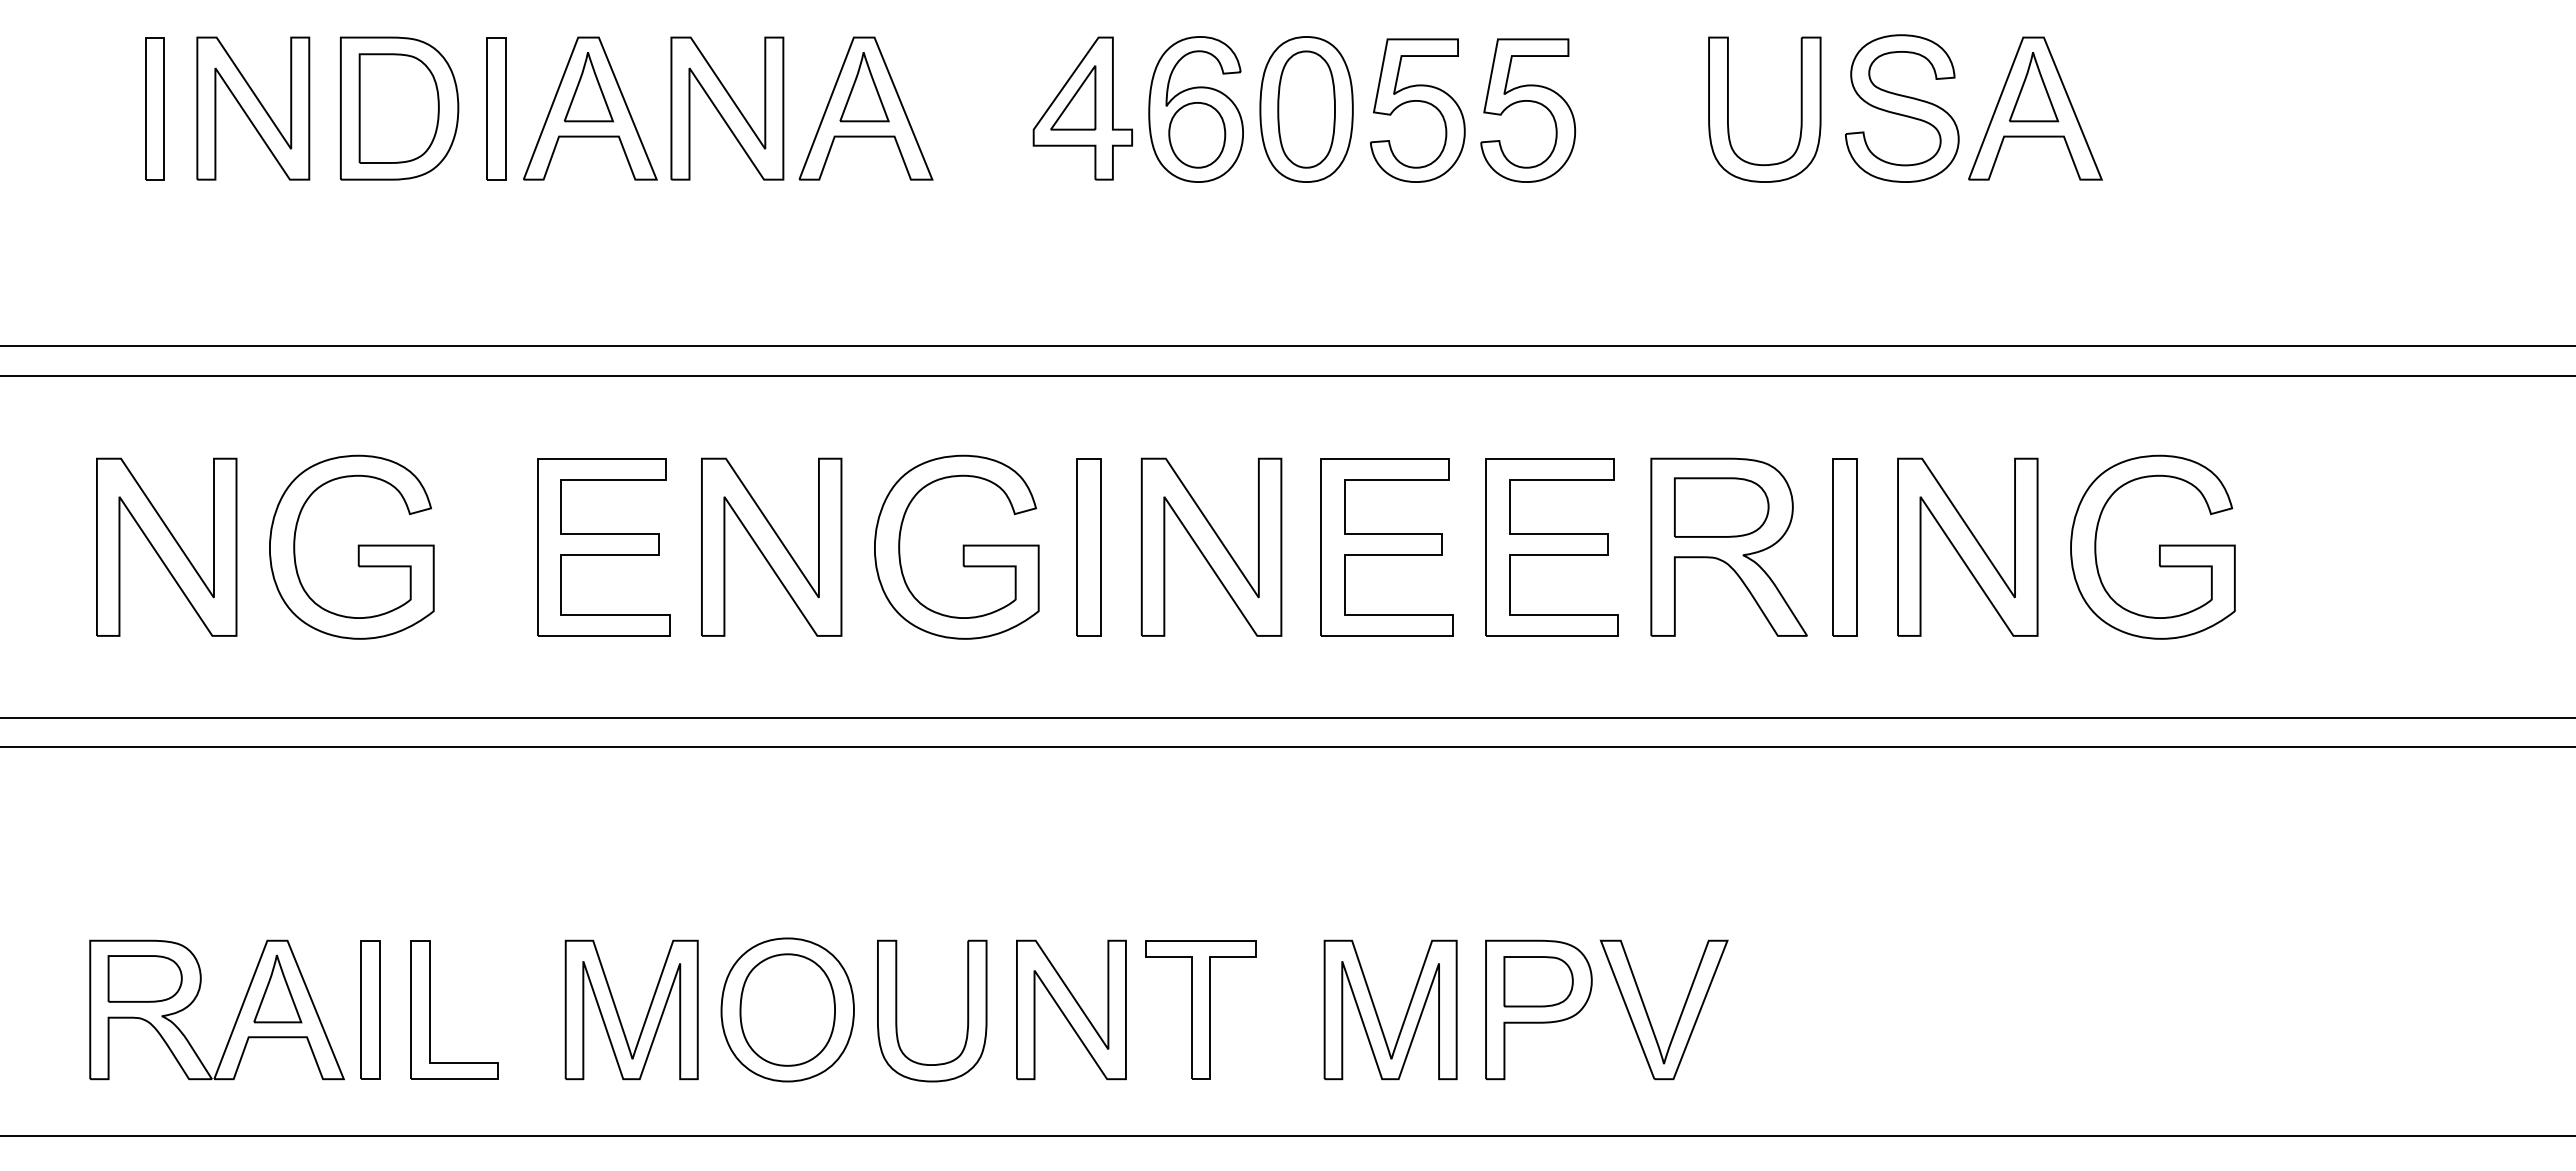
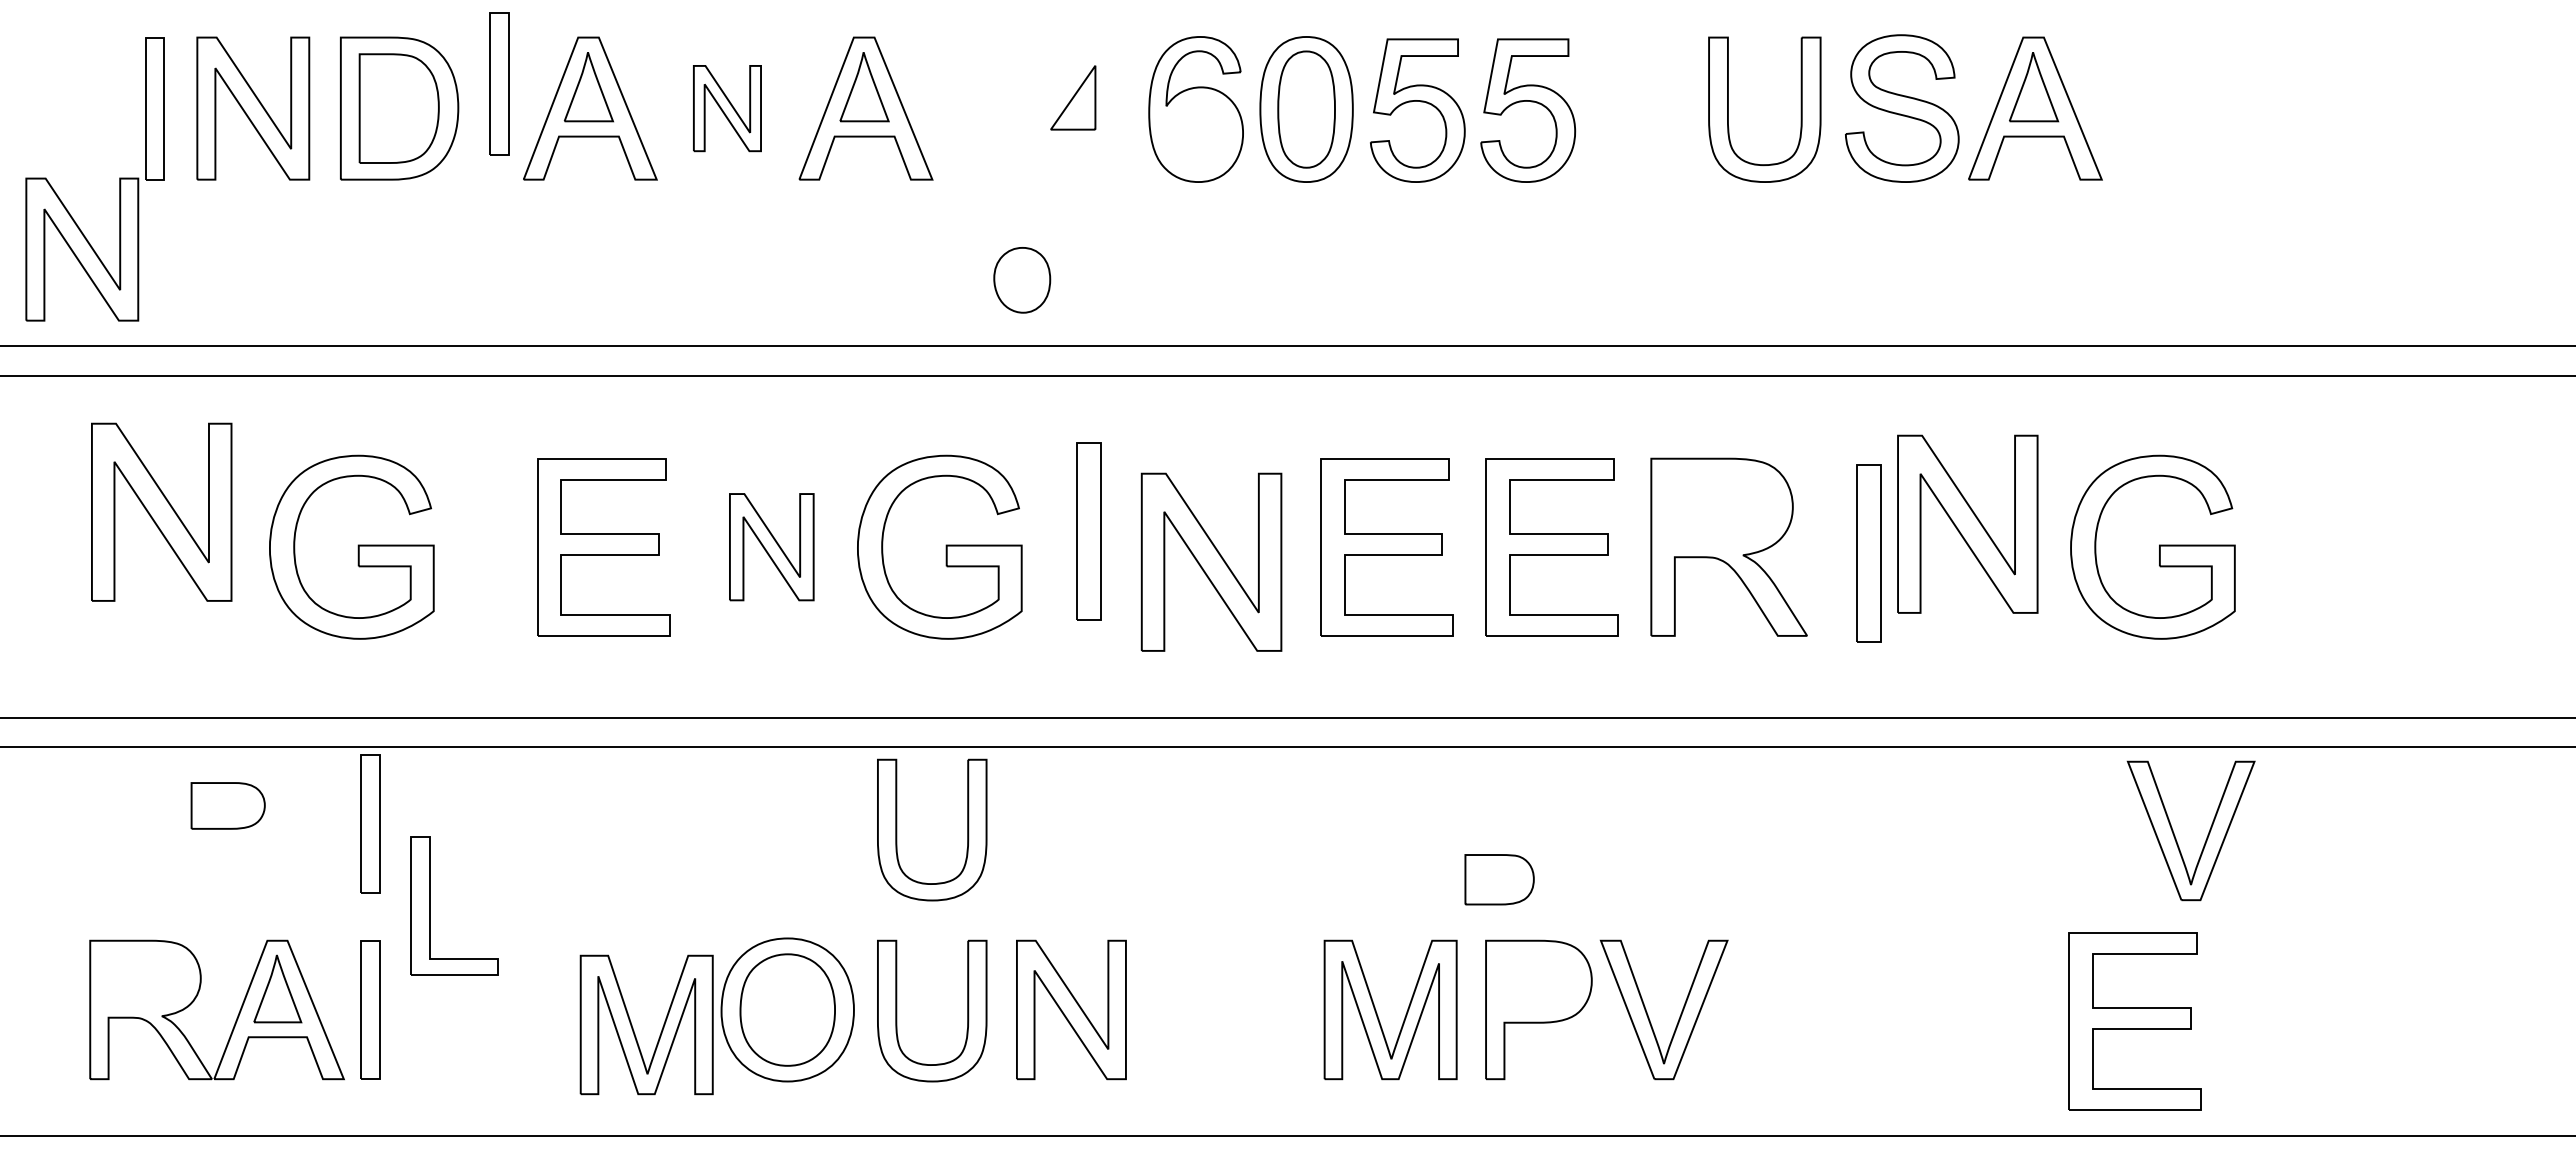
part at (496, 108) position: (496, 108) -> (499, 83)
part at (727, 108) size: 115x145 px -> 69x88 px
part at (1082, 108): present -> none
part at (1197, 135) position: (1197, 135) -> (1022, 280)
part at (82, 249): none -> present
part at (1721, 507): present -> none
part at (166, 546) position: (166, 546) -> (161, 511)
part at (771, 546) size: 142x180 px -> 86x109 px
part at (956, 546) position: (956, 546) -> (939, 546)
part at (1211, 546) position: (1211, 546) -> (1211, 561)
part at (1967, 546) position: (1967, 546) -> (1967, 523)
part at (1088, 547) position: (1088, 547) -> (1088, 531)
part at (1844, 547) position: (1844, 547) -> (1868, 553)
part at (370, 823): none -> present
part at (897, 829): none -> present
part at (2175, 835): none -> present
part at (144, 978) position: (144, 978) -> (227, 805)
part at (1538, 981) position: (1538, 981) -> (1499, 879)
part at (430, 1009) position: (430, 1009) -> (430, 905)
part at (1200, 1009): present -> none
part at (618, 1012) position: (618, 1012) -> (633, 1027)
part at (2134, 1021): none -> present
